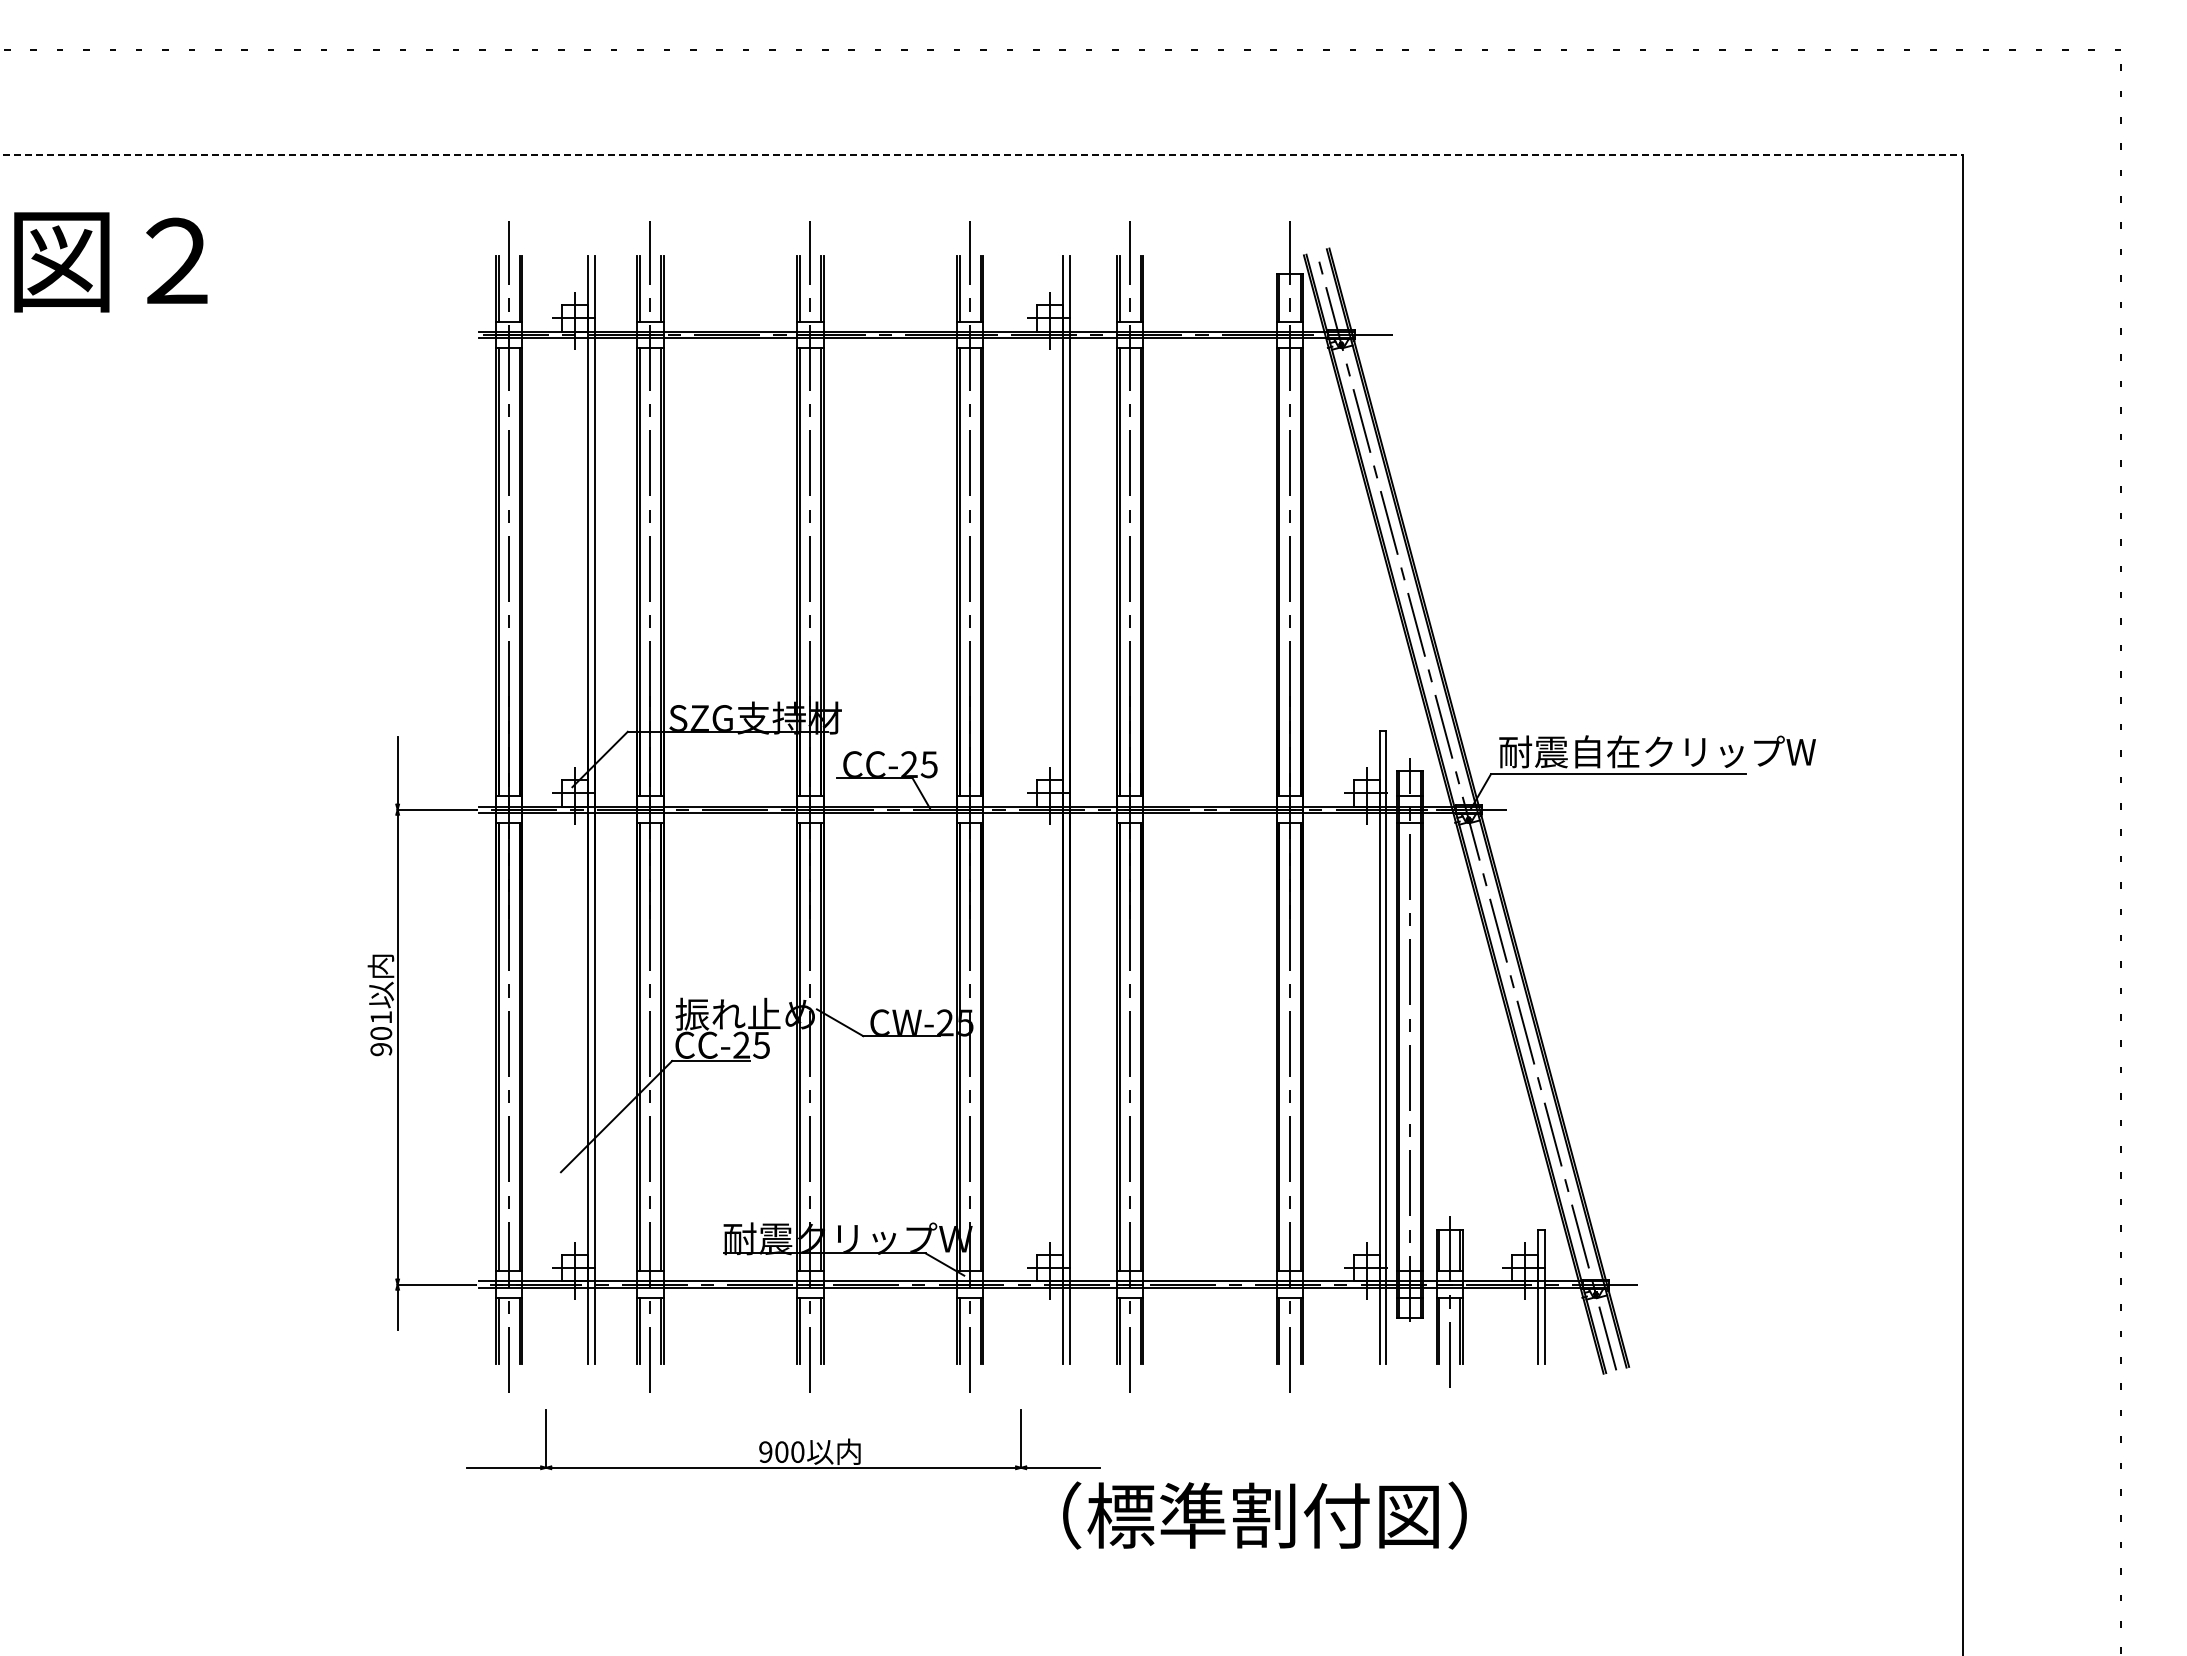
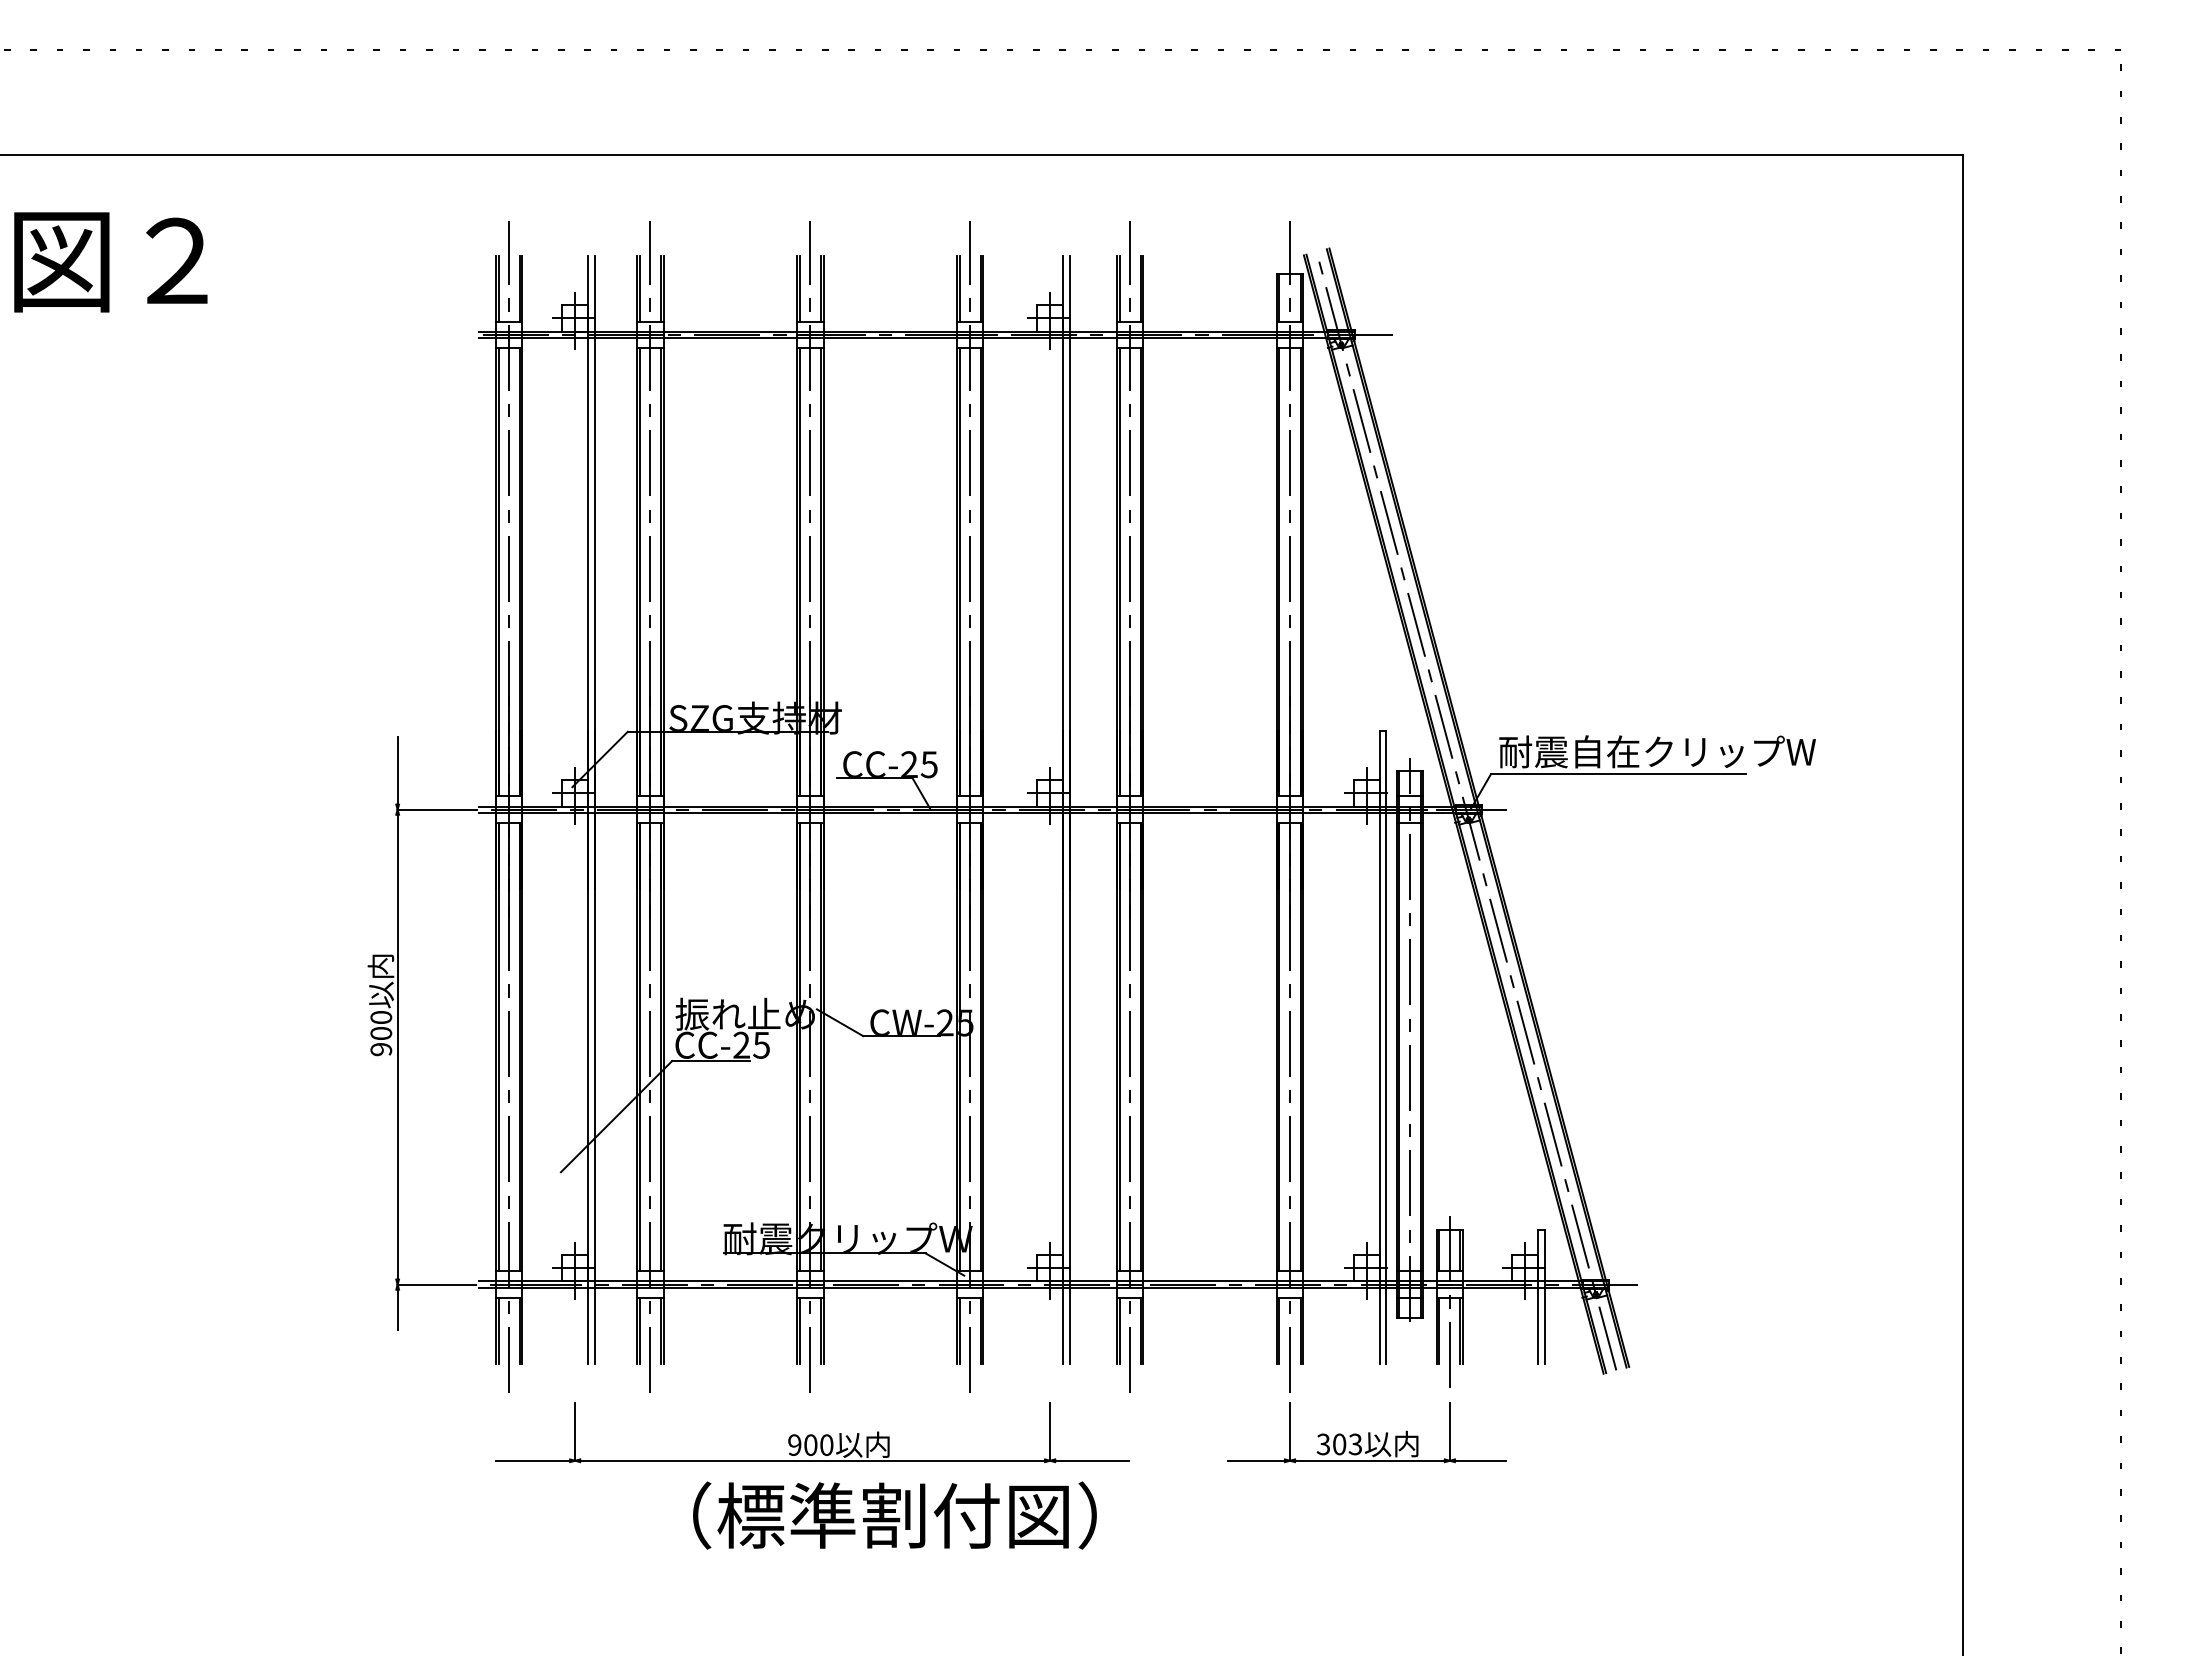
line at (982, 155): dashed -> solid
text at (381, 1017): 901 -> 900
part at (1366, 1432): none -> present
part at (783, 1439) position: (783, 1439) -> (812, 1432)
text at (1264, 1515) position: (1264, 1515) -> (894, 1515)
